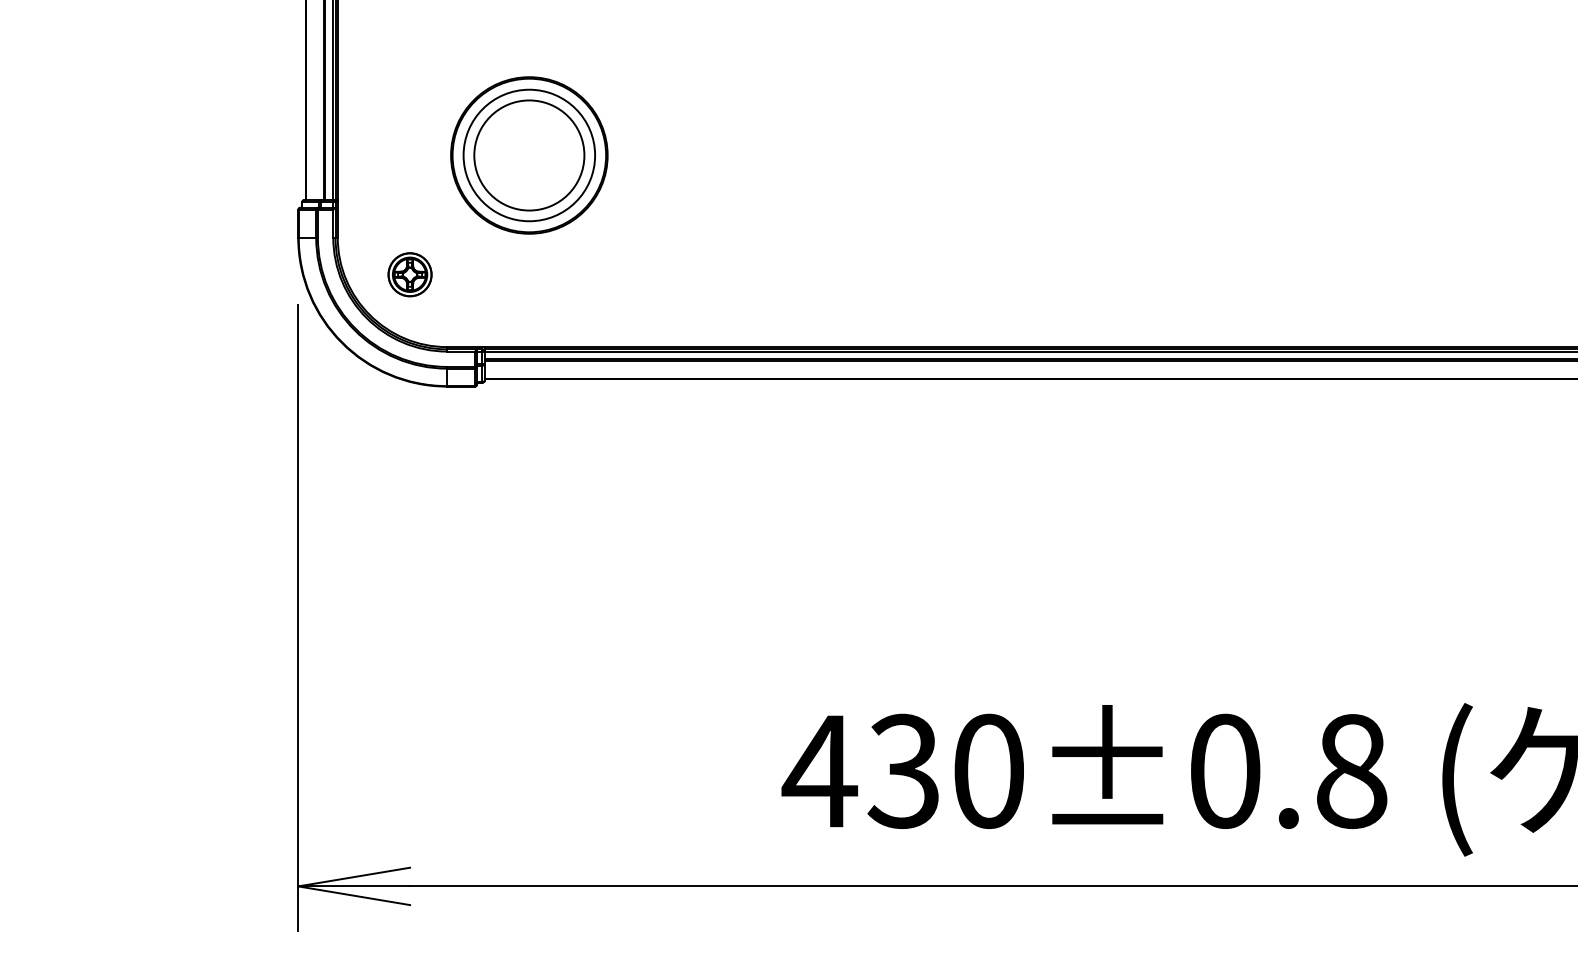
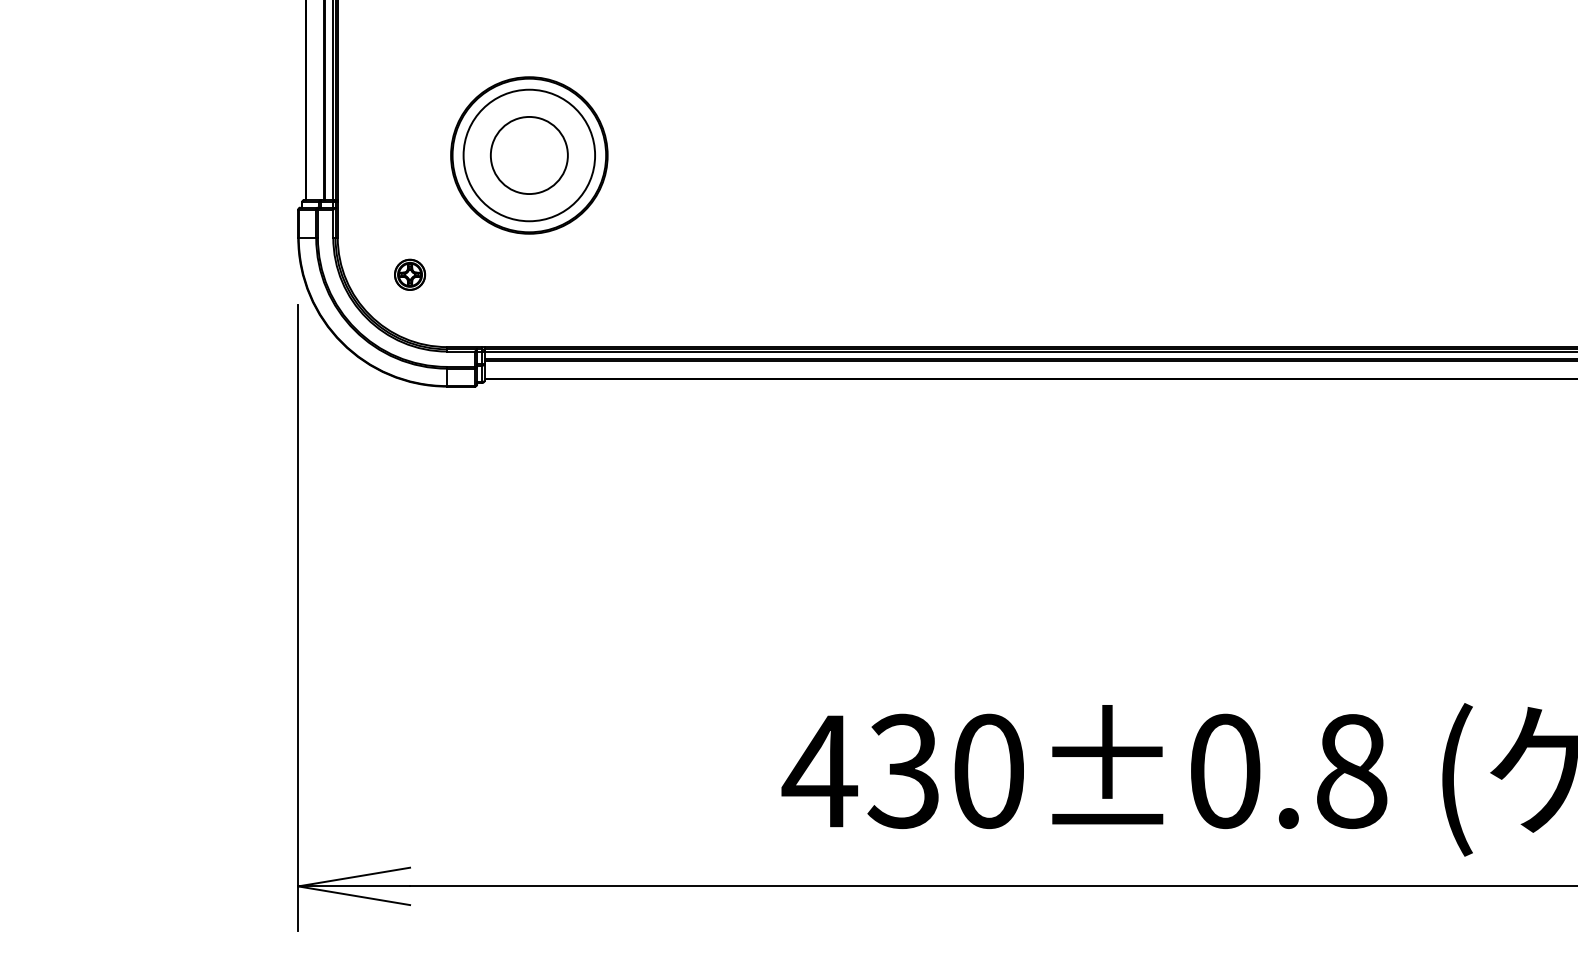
circle at (529, 155) diameter: 110 px -> 77 px
part at (409, 274) size: 46x46 px -> 33x33 px
